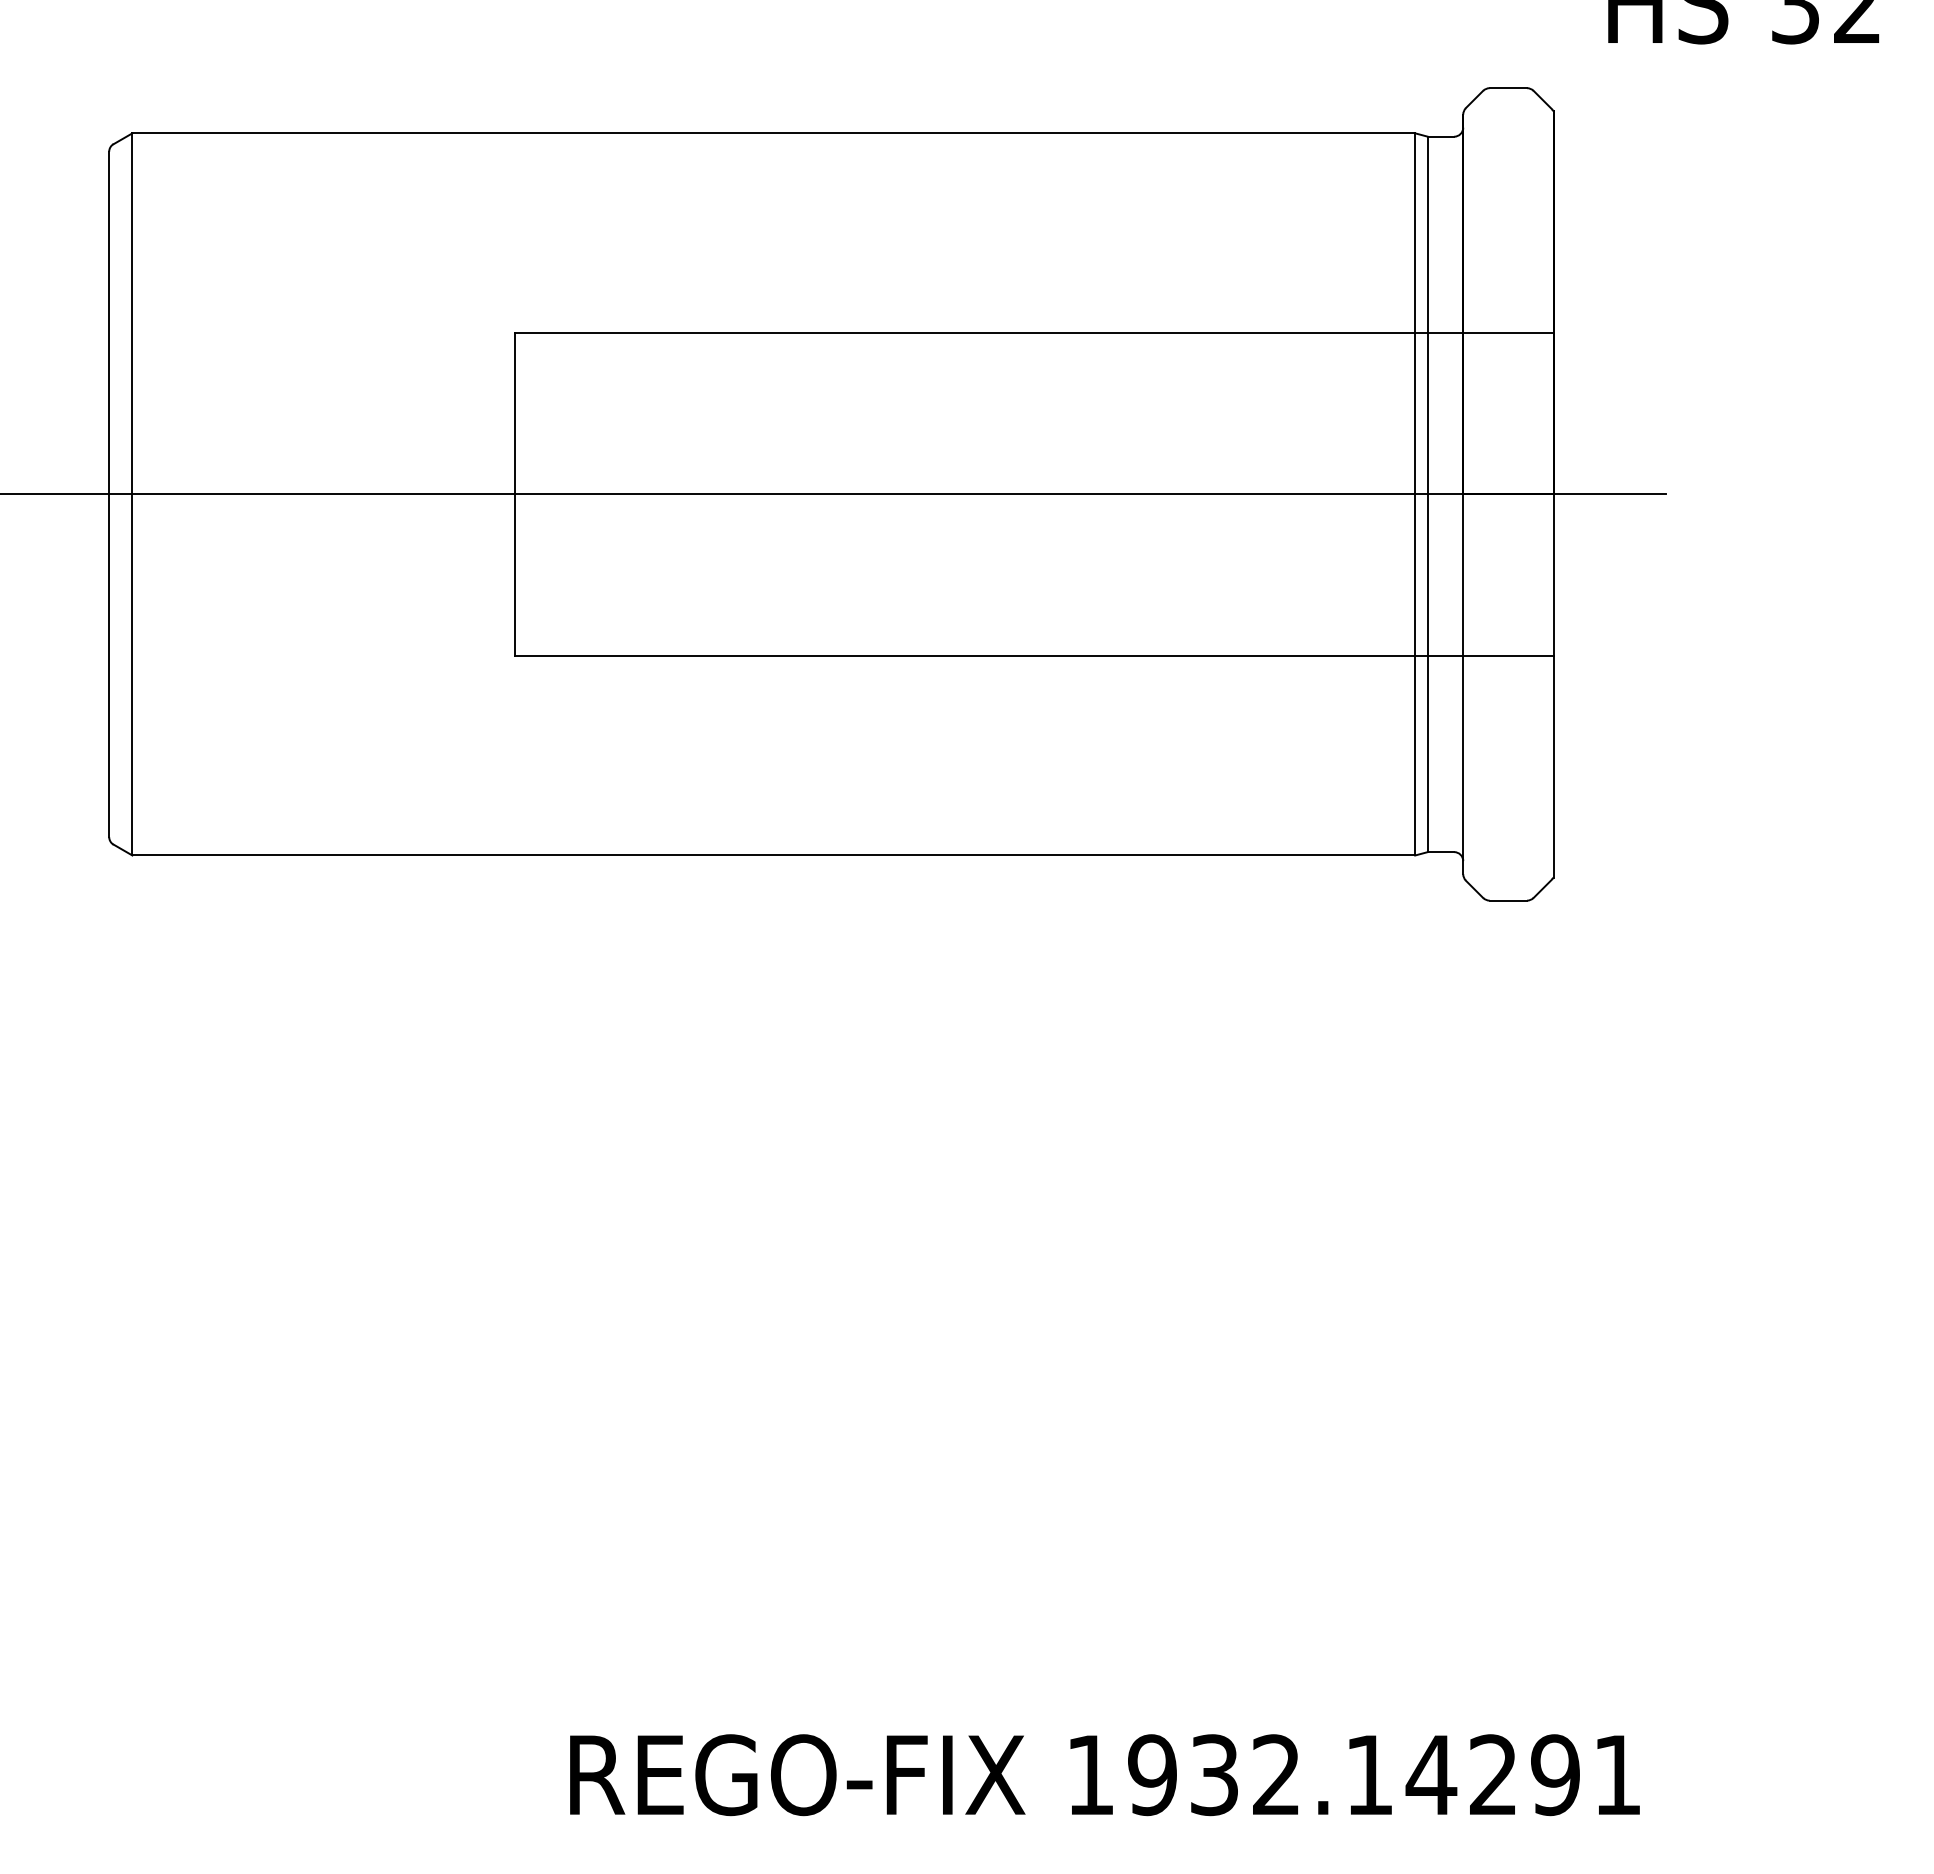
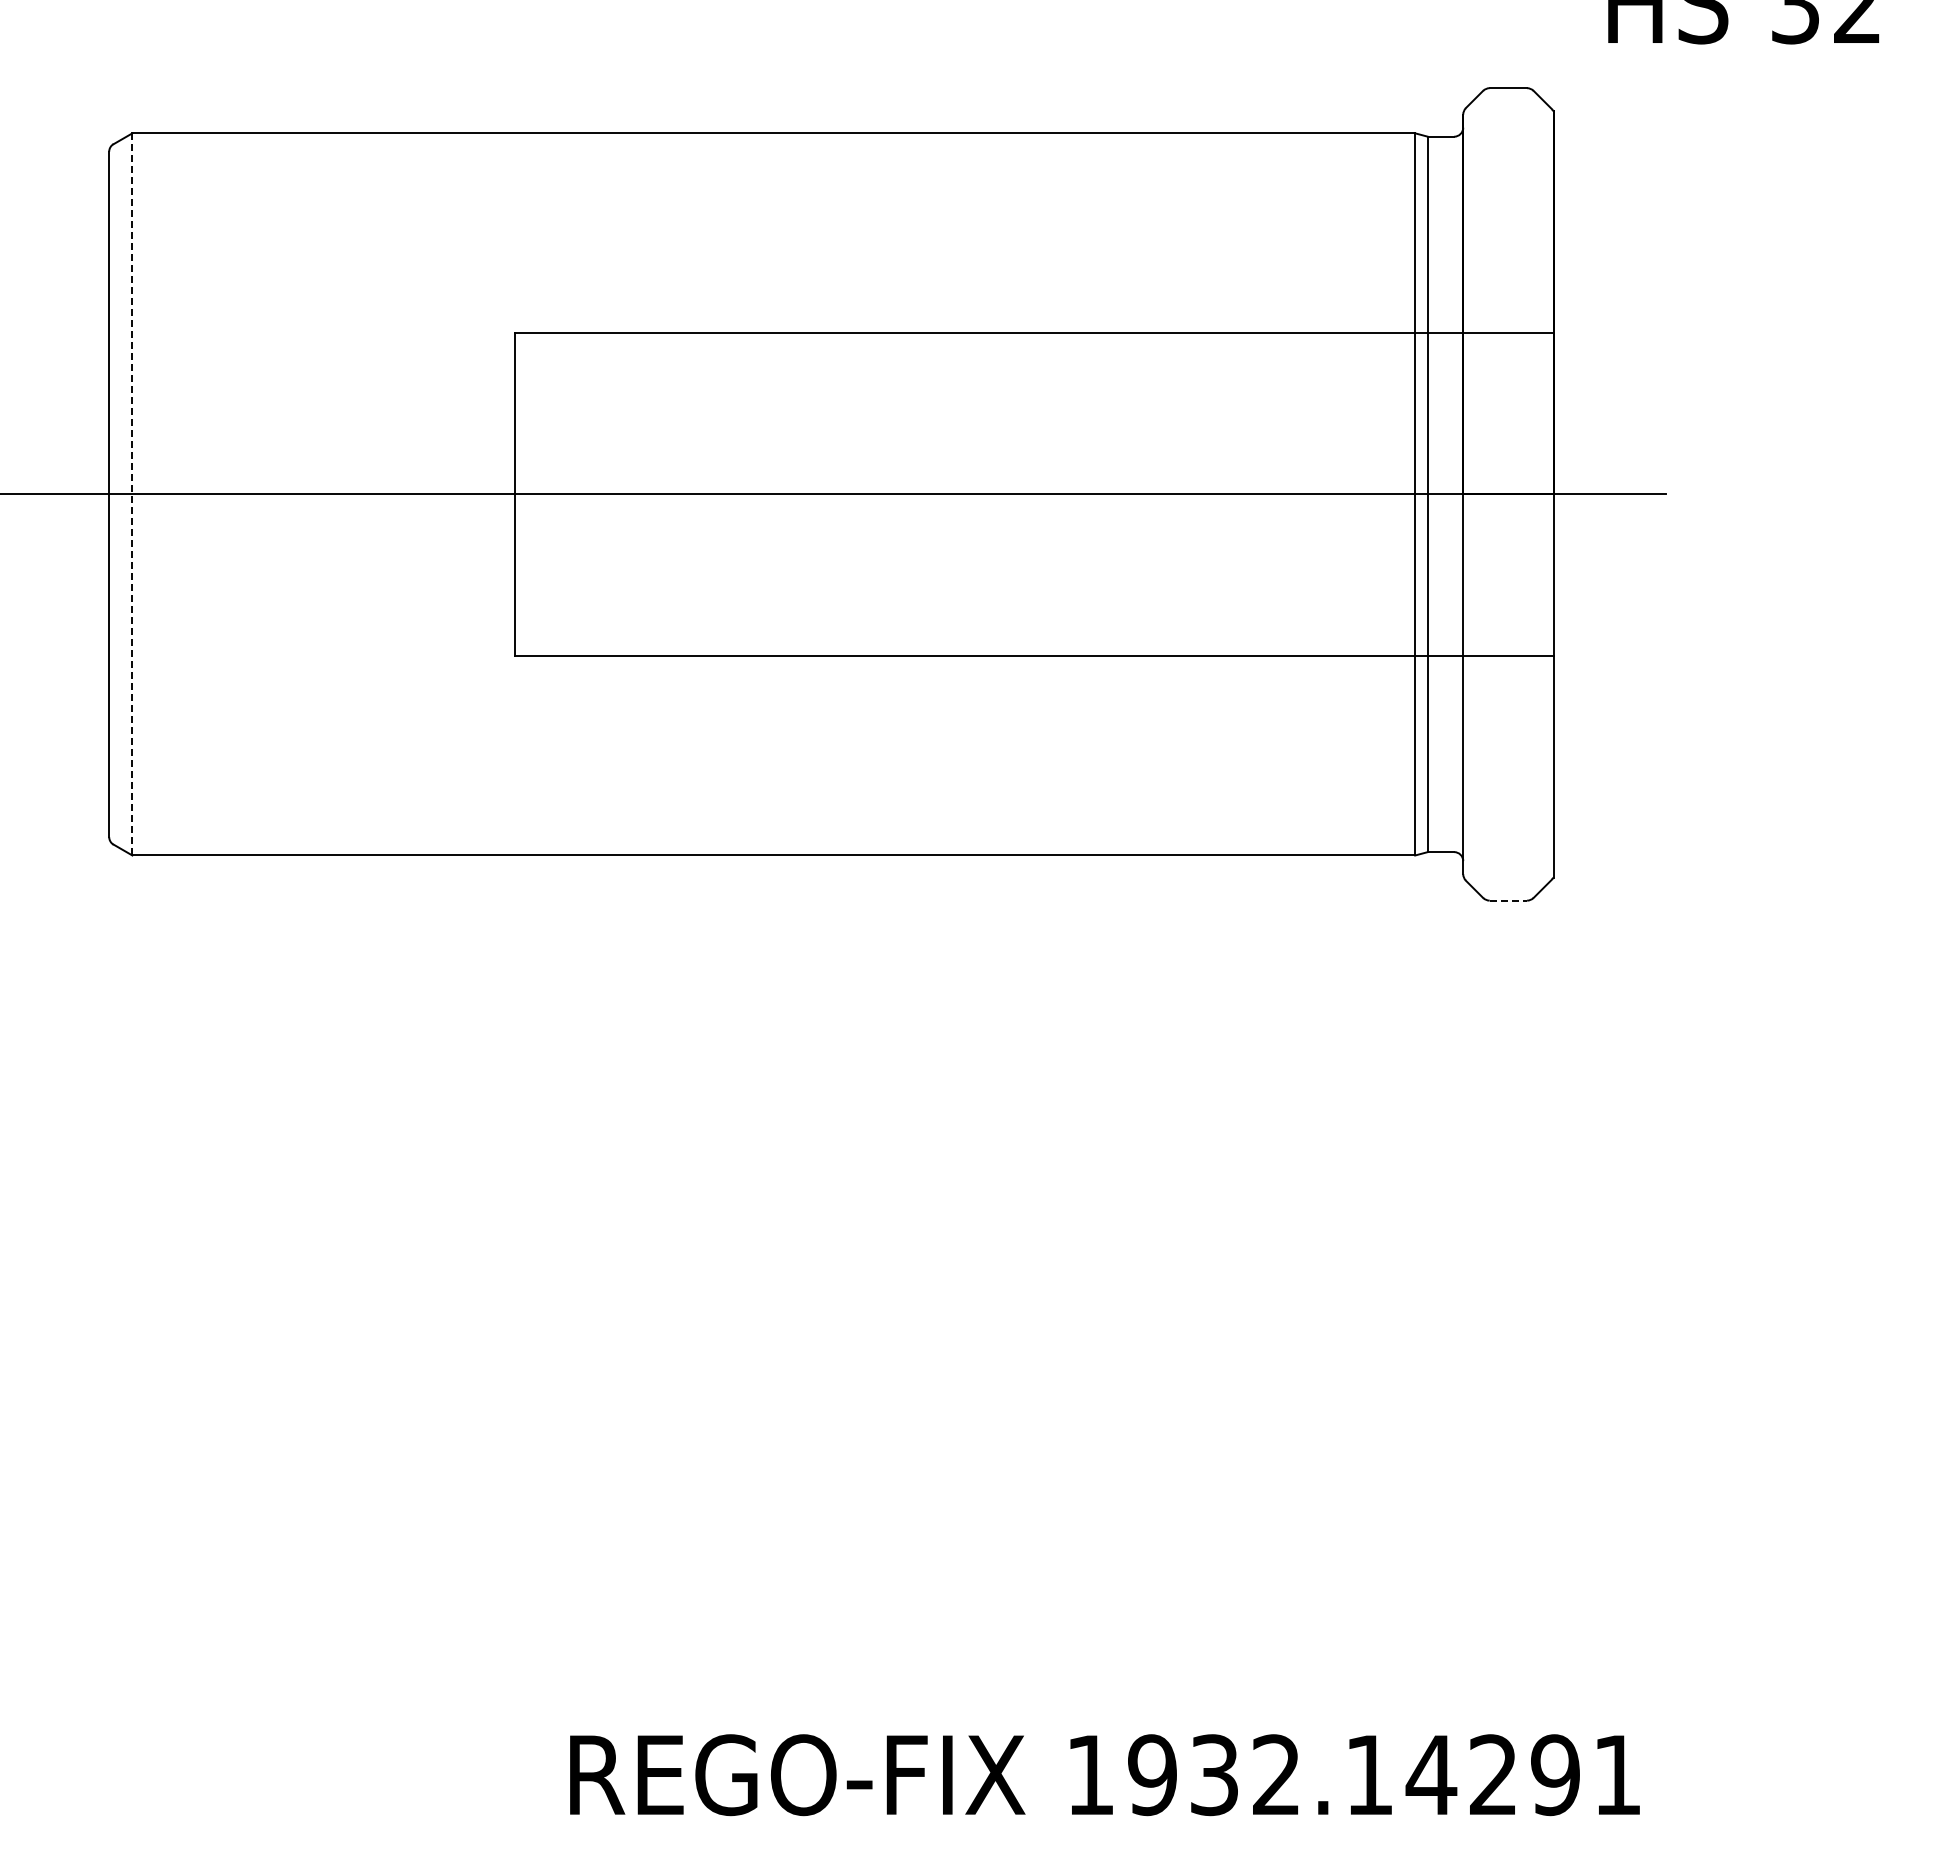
line at (132, 493): solid -> dashed
line at (1508, 900): solid -> dashed
